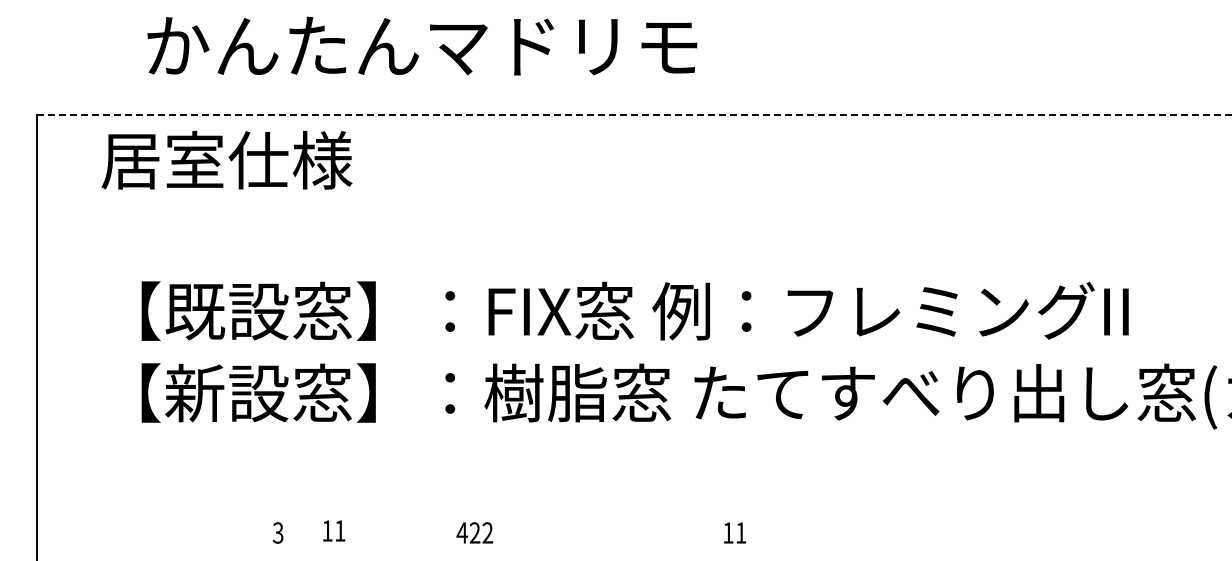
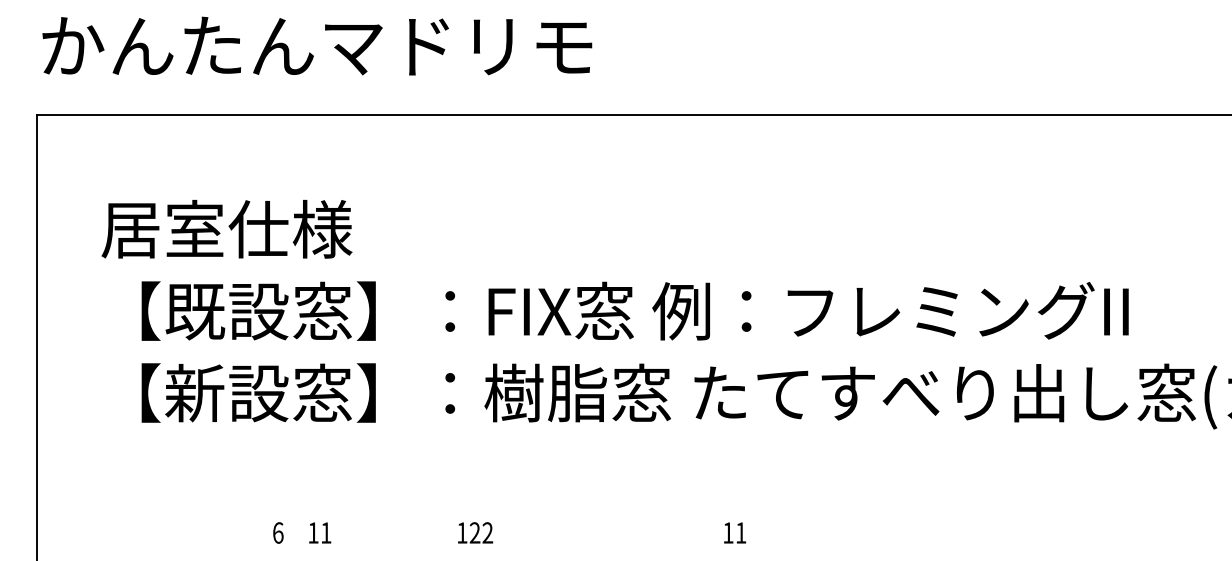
text at (422, 45) position: (422, 45) -> (317, 45)
line at (634, 114): dashed -> solid
text at (226, 160) position: (226, 160) -> (226, 229)
text at (334, 530) position: (334, 530) -> (320, 532)
text at (277, 532): 3 -> 6
text at (461, 532): 422 -> 122
